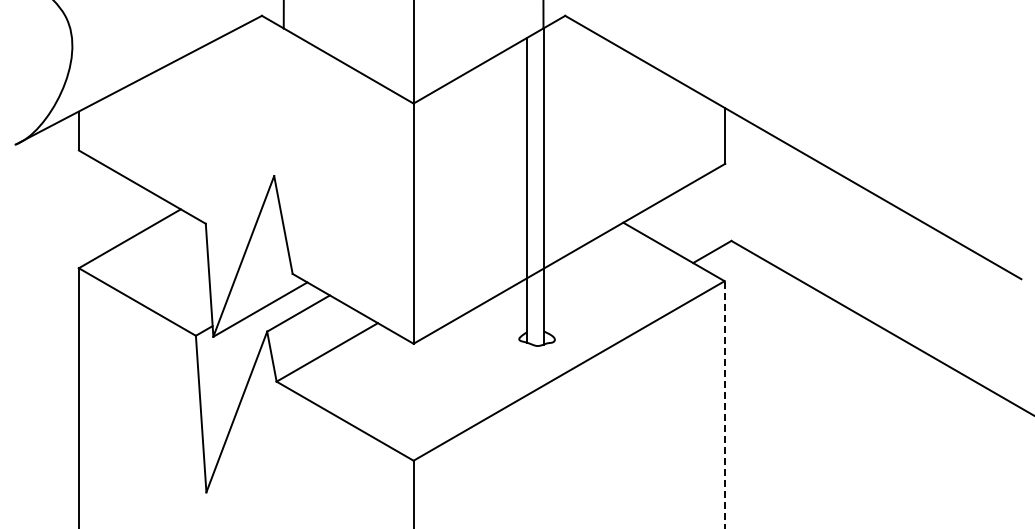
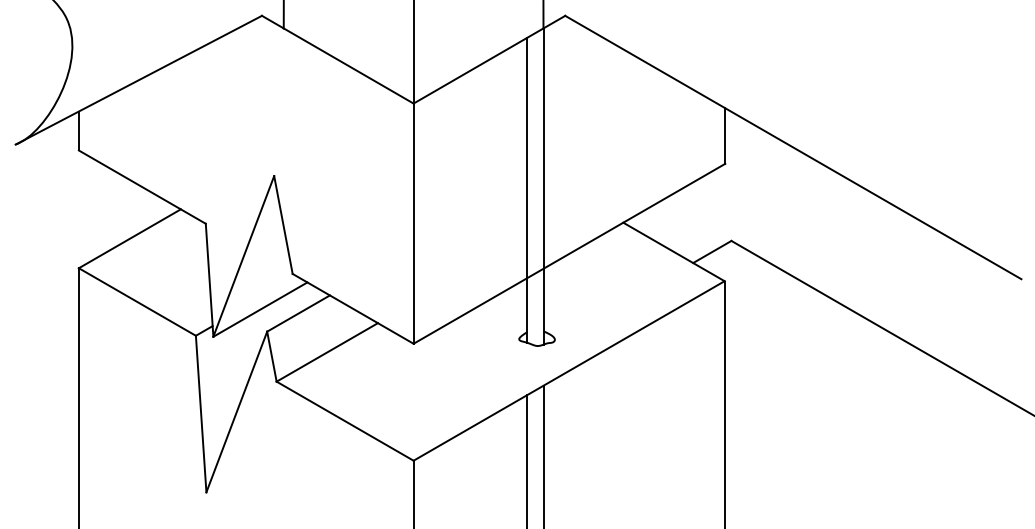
line at (725, 405): dashed -> solid
line at (543, 455): none -> present
line at (527, 460): none -> present
